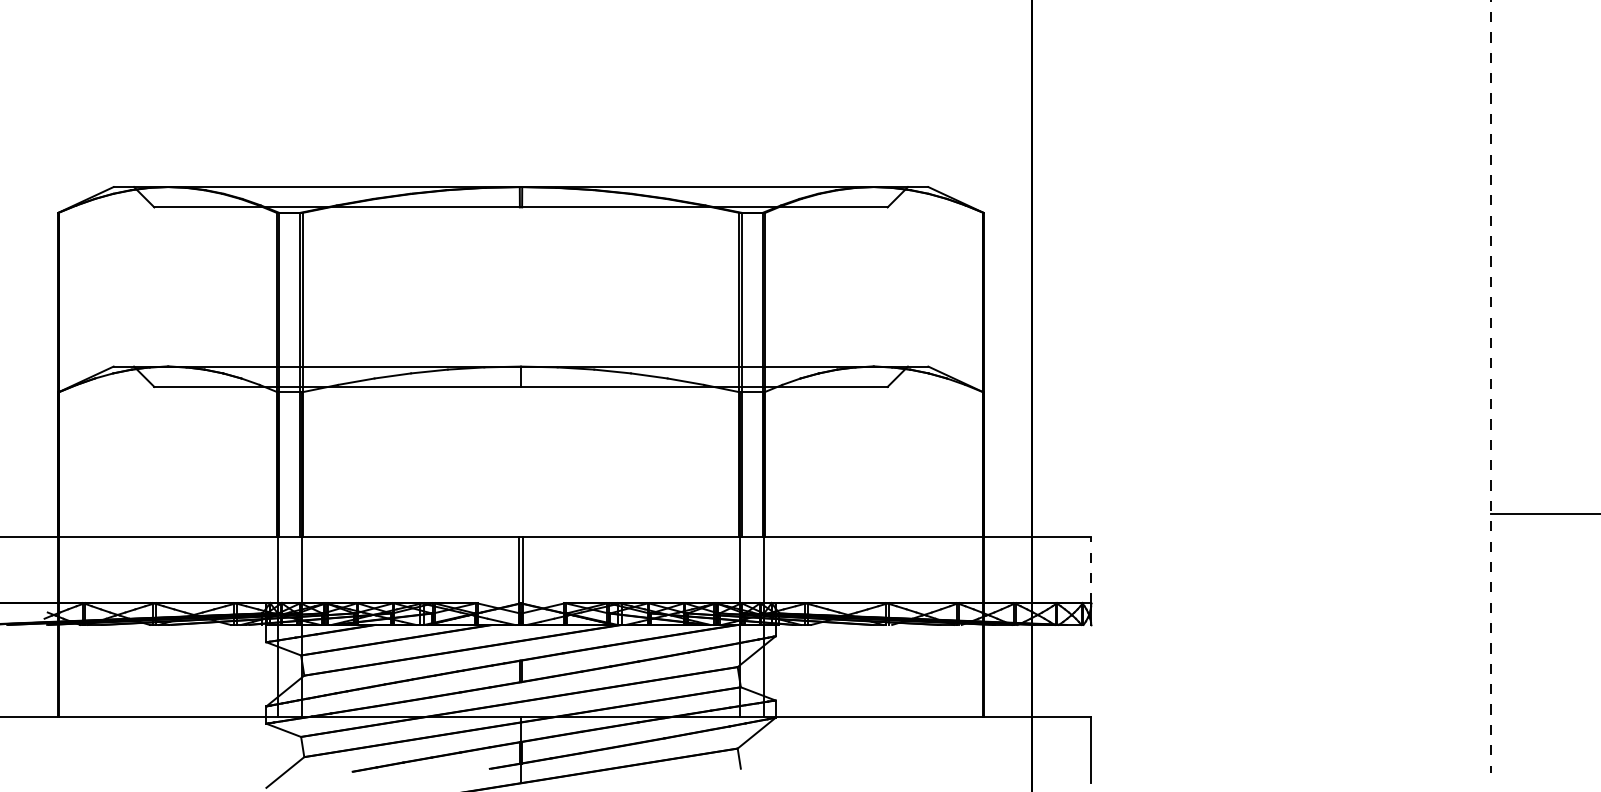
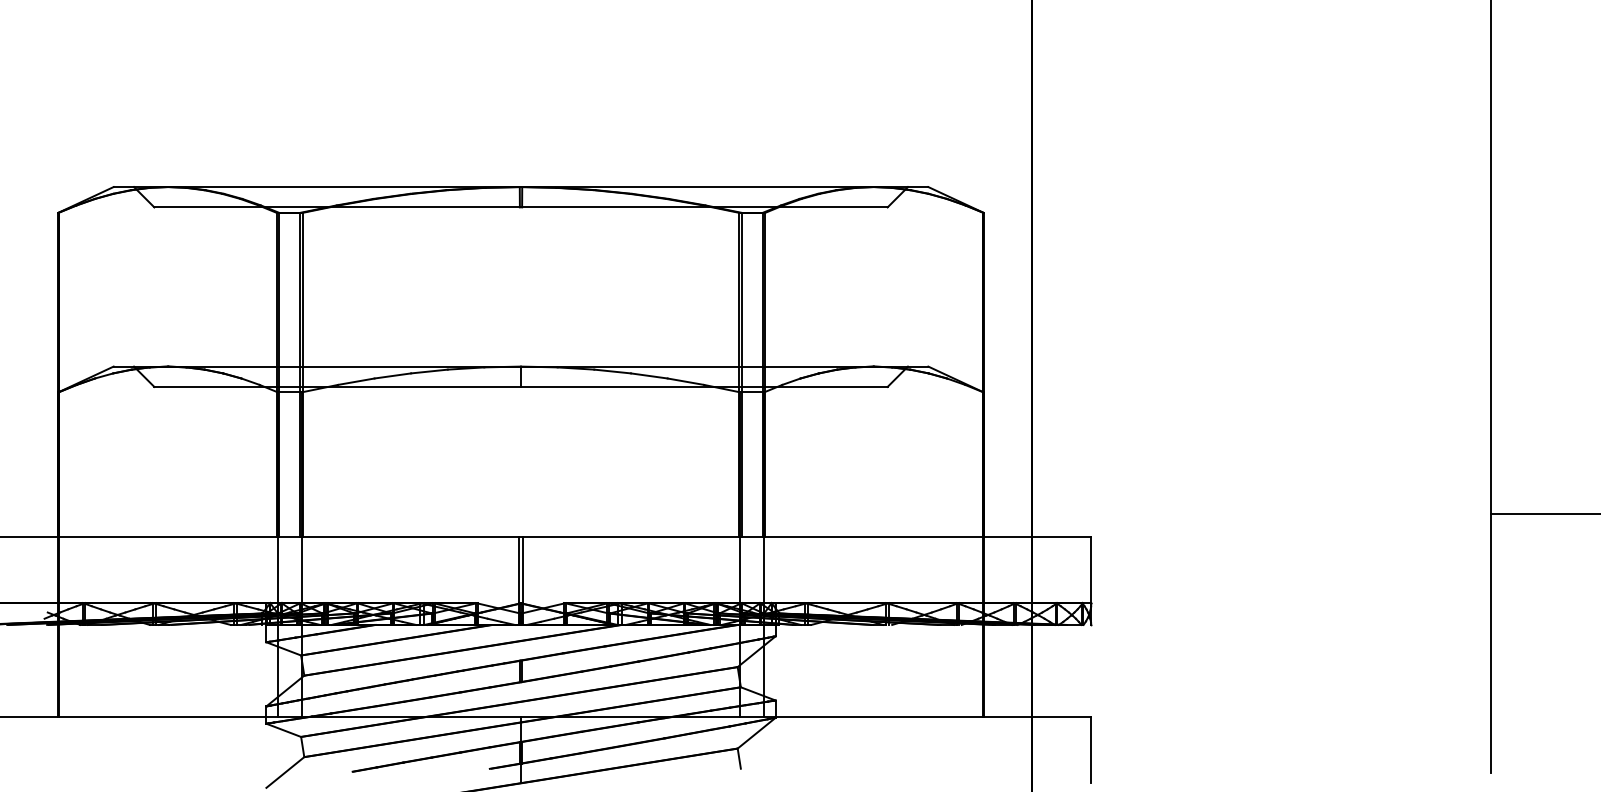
line at (1491, 386): dashed -> solid
line at (1091, 569): dashed -> solid
